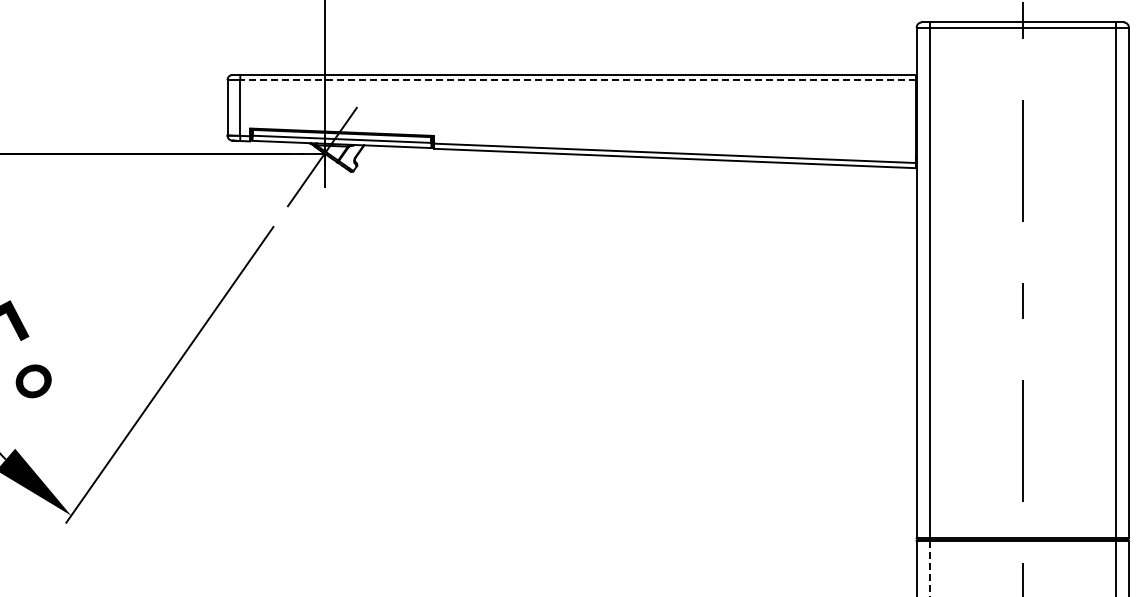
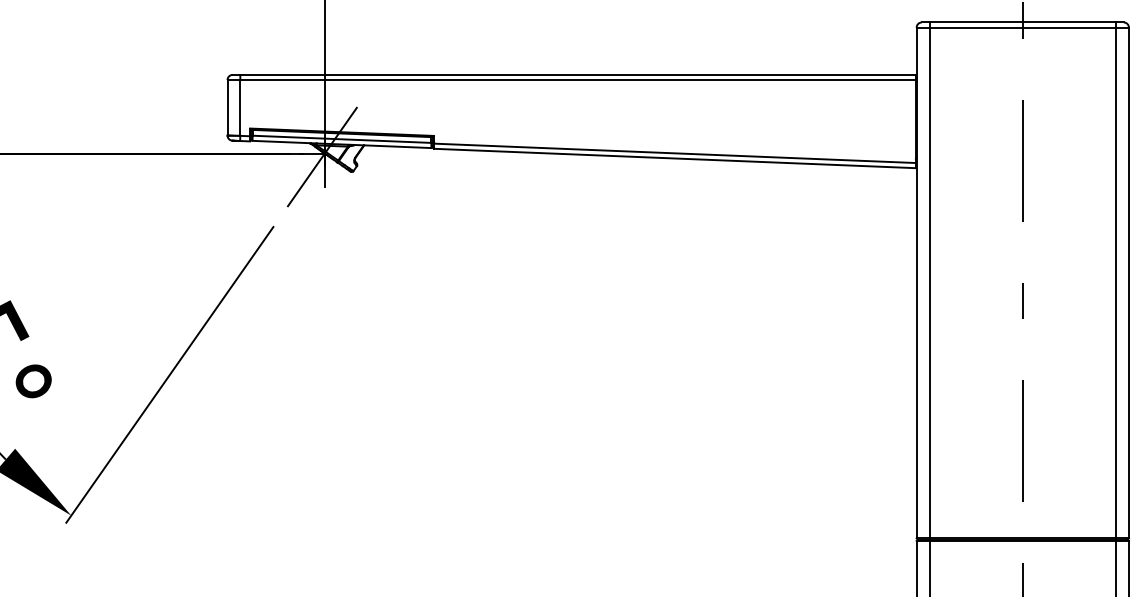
line at (578, 80): dashed -> solid
line at (929, 568): dashed -> solid
